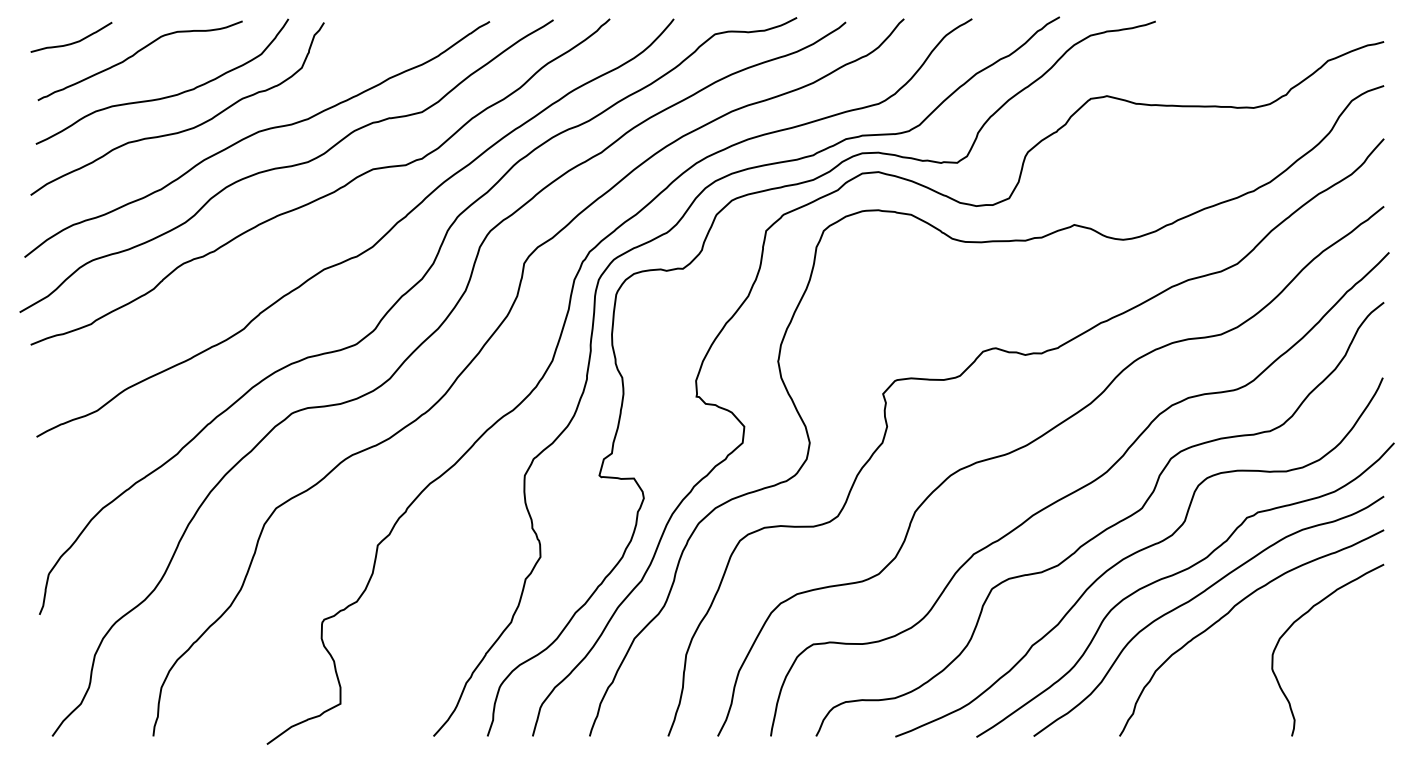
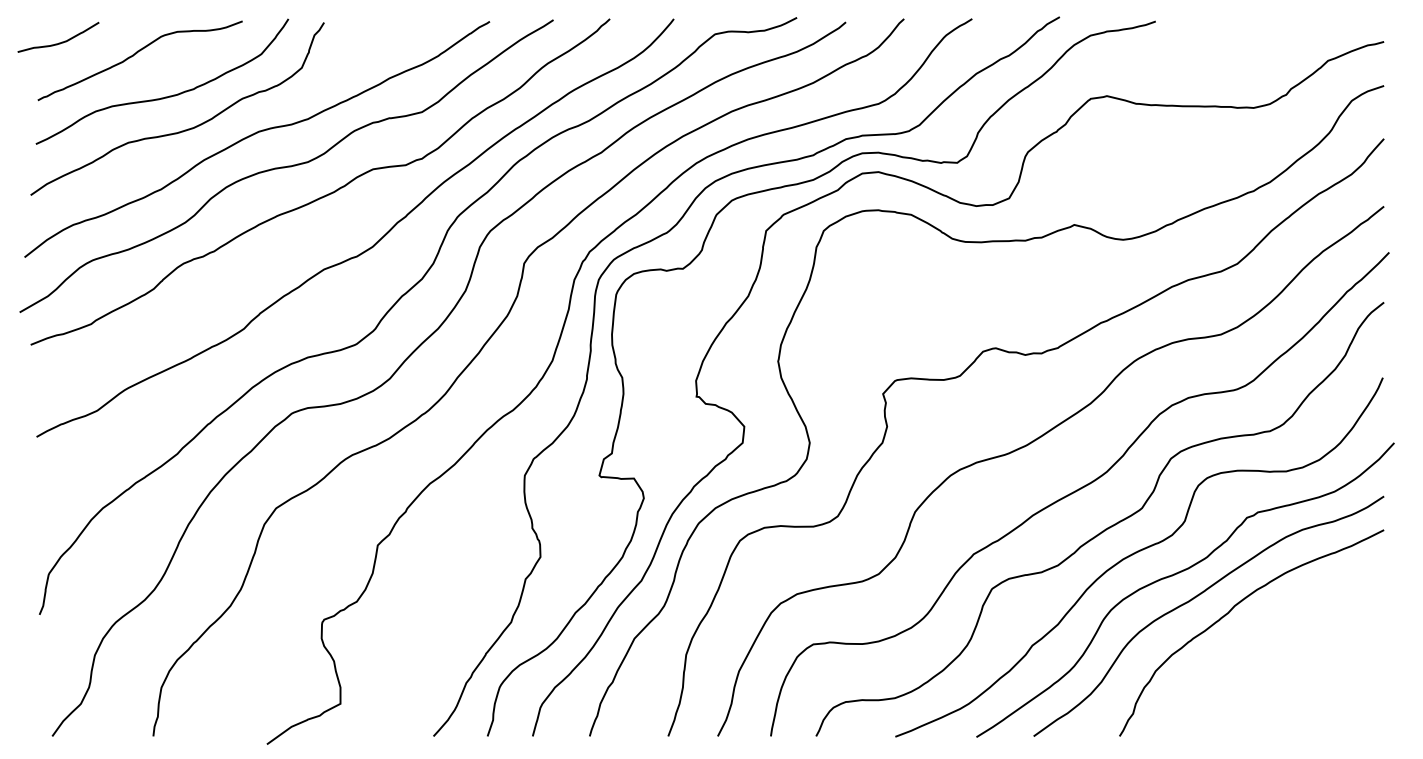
curve at (72, 42) position: (72, 42) -> (59, 42)
curve at (1303, 616): present -> none
